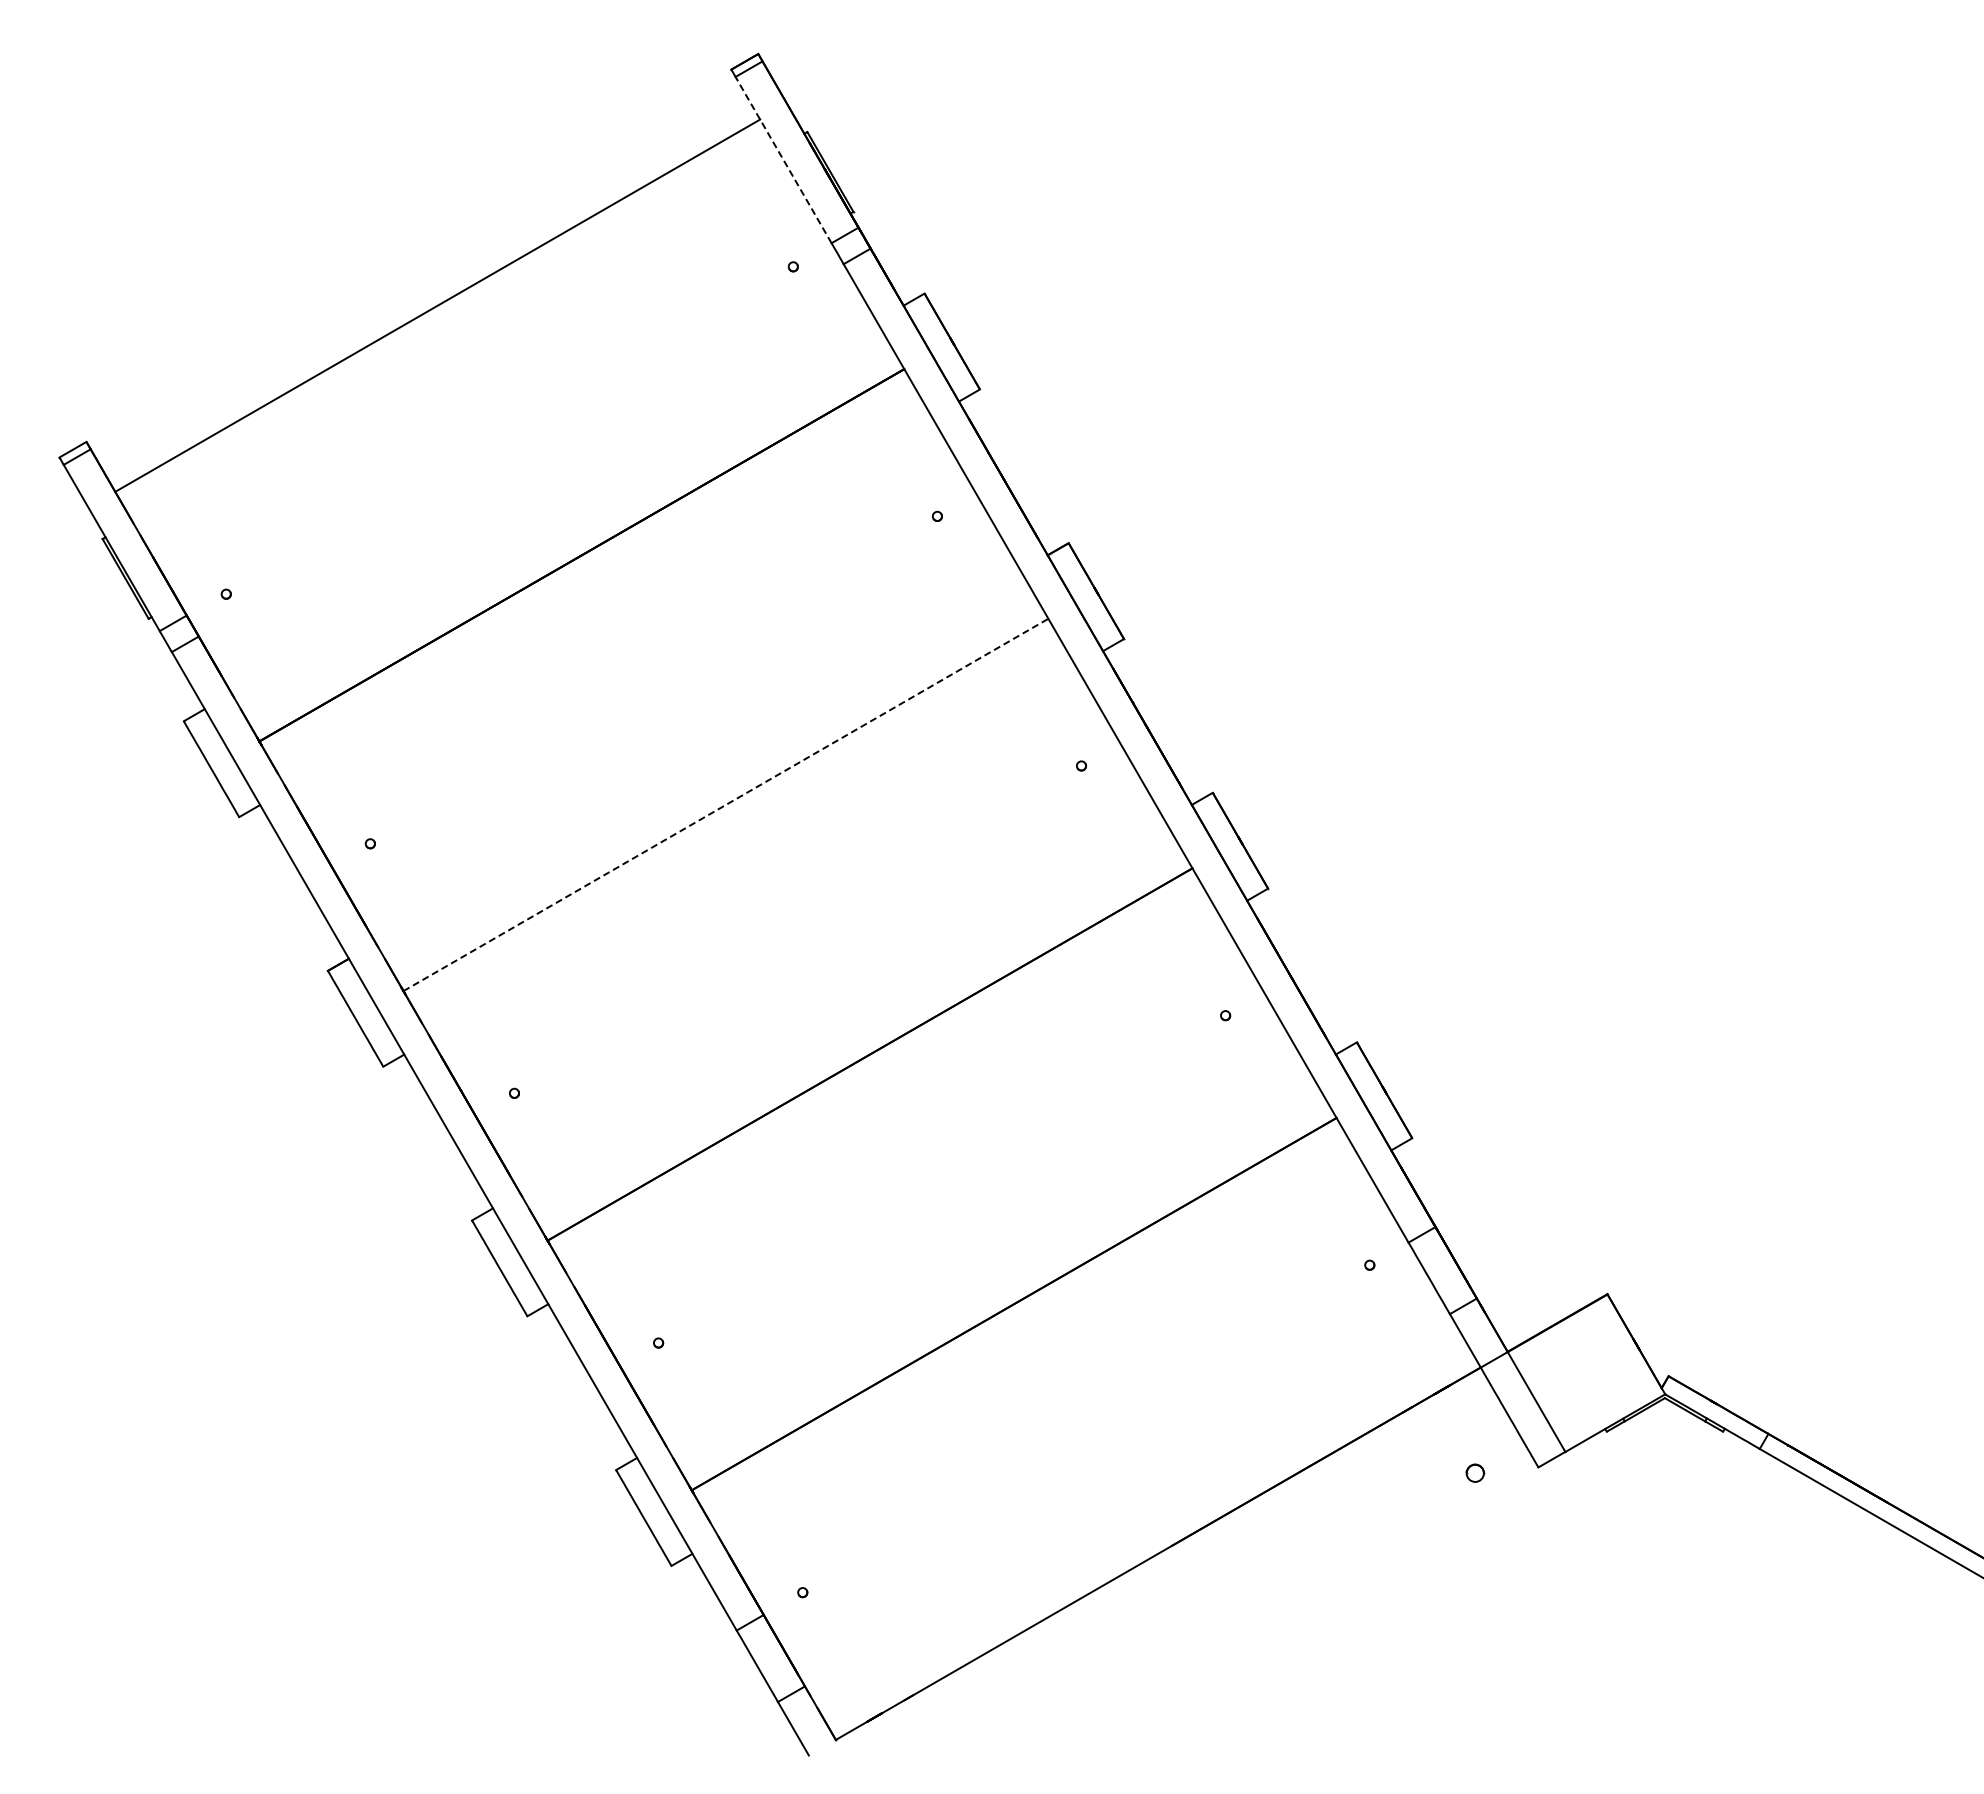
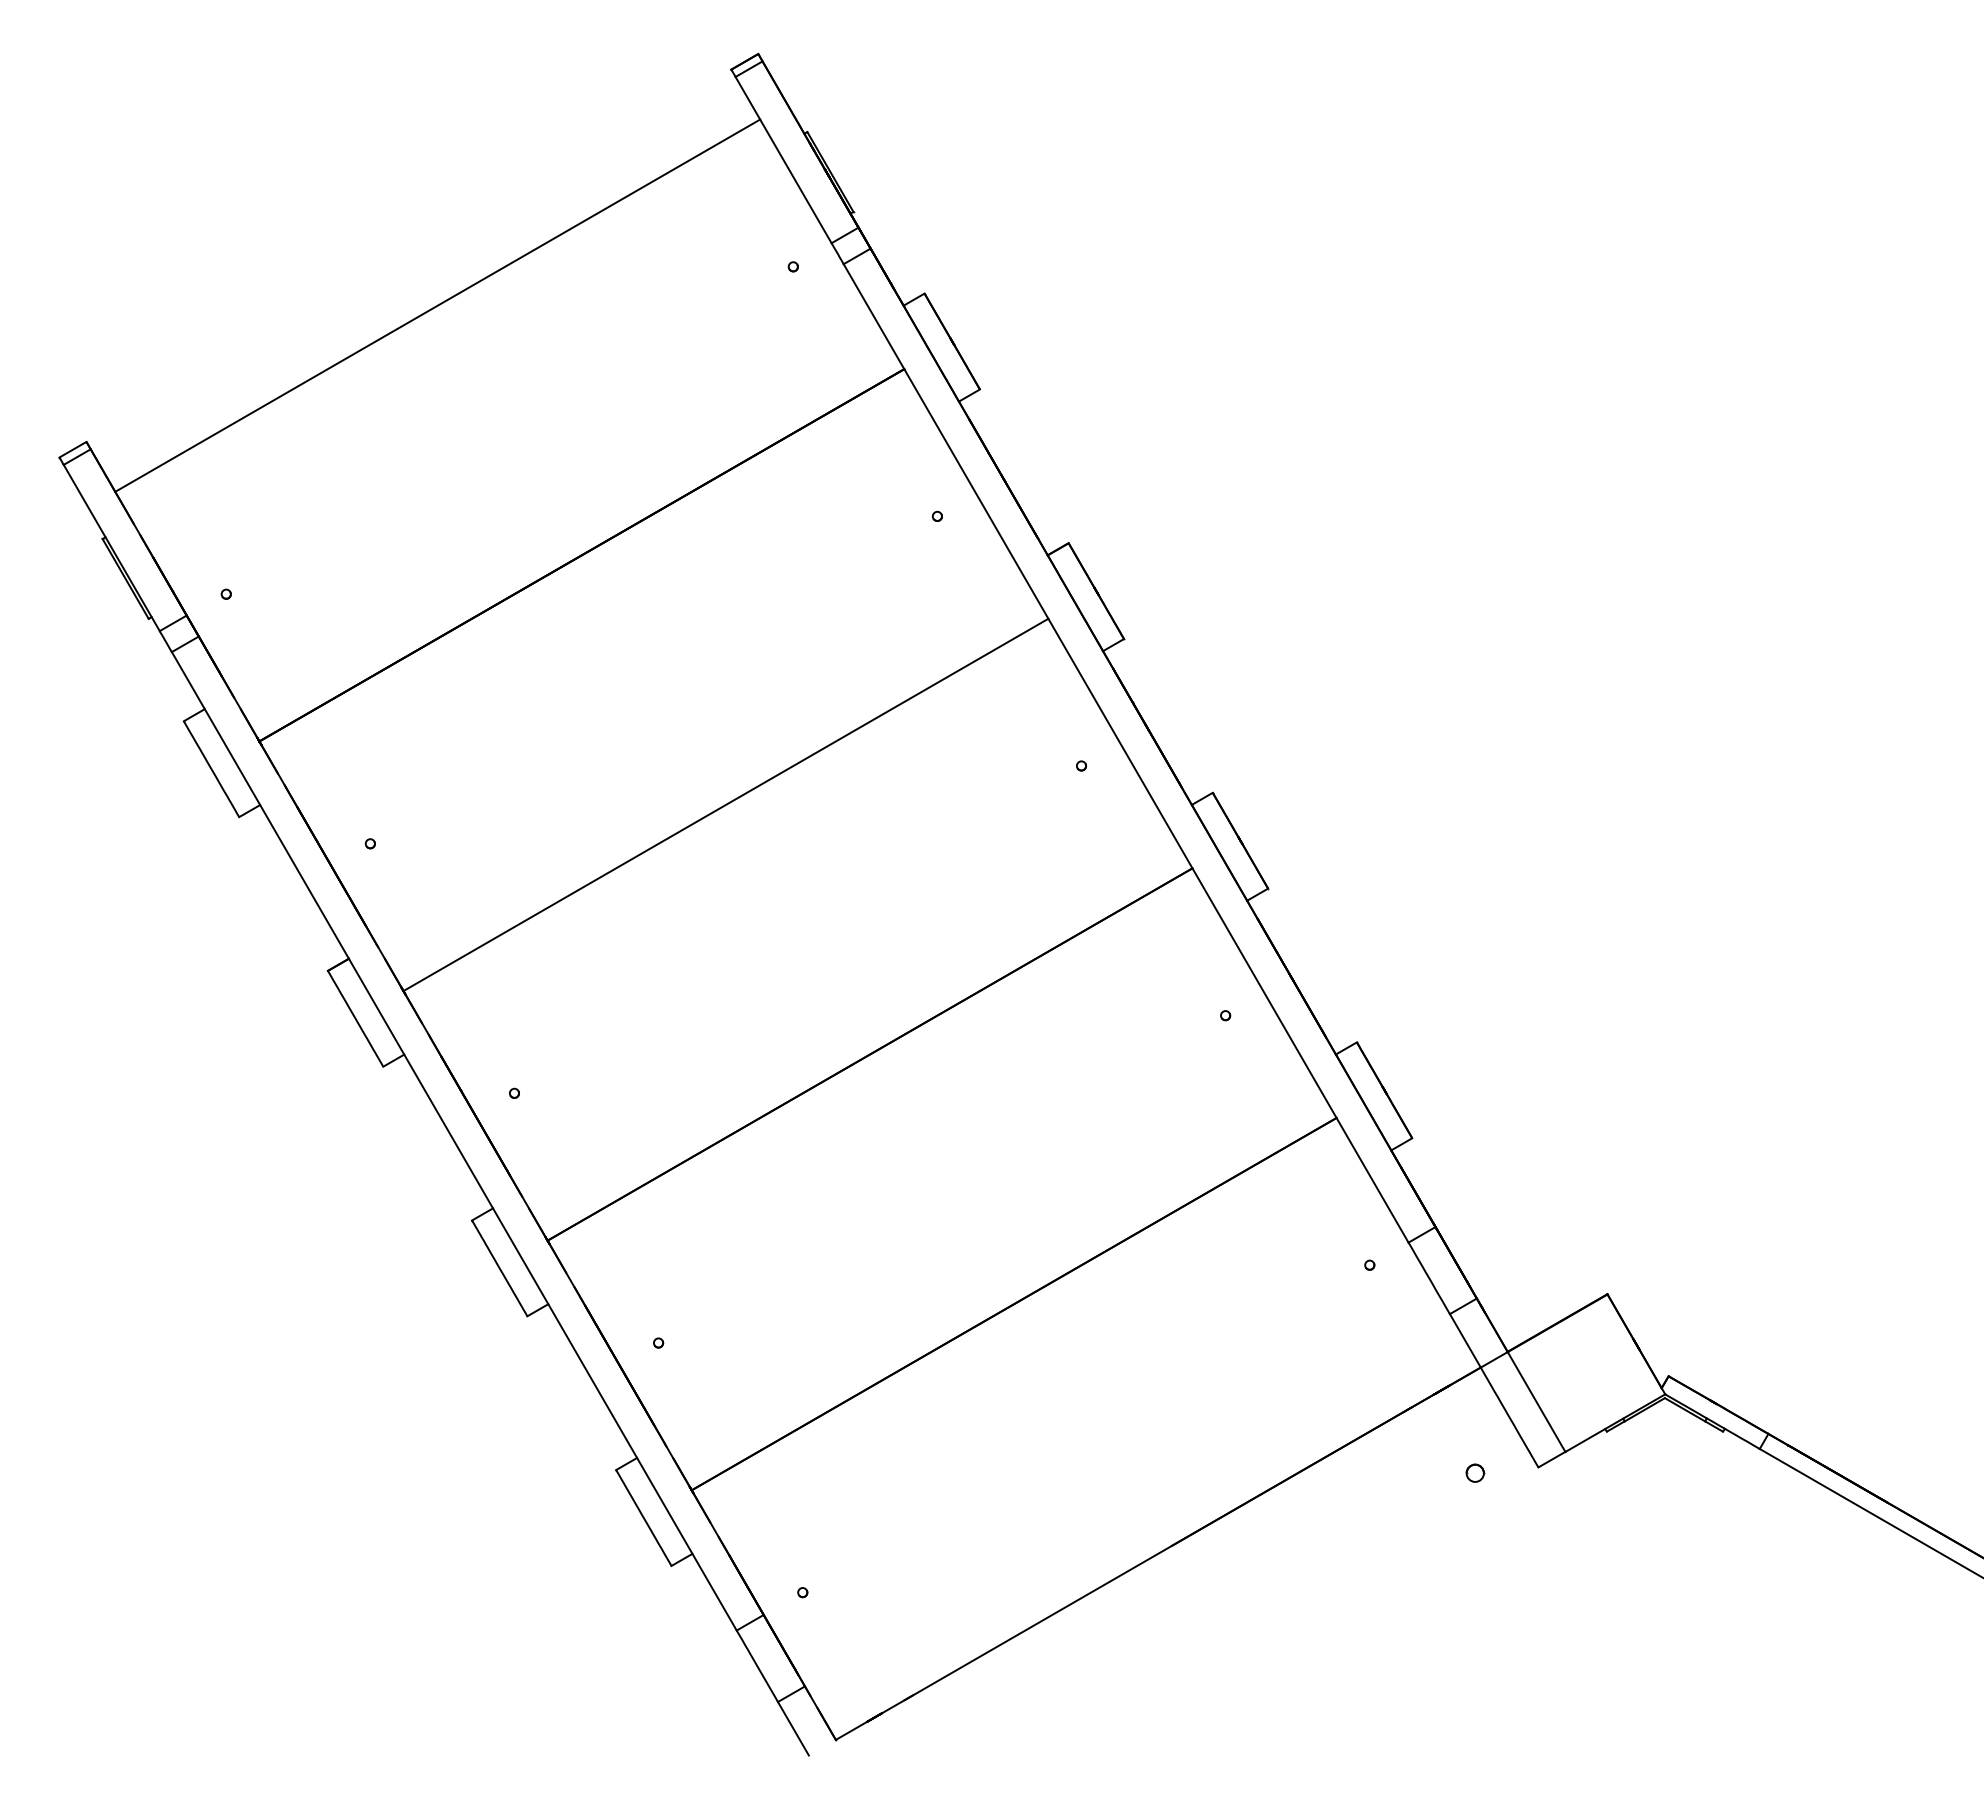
line at (783, 160): dashed -> solid
line at (726, 804): dashed -> solid
